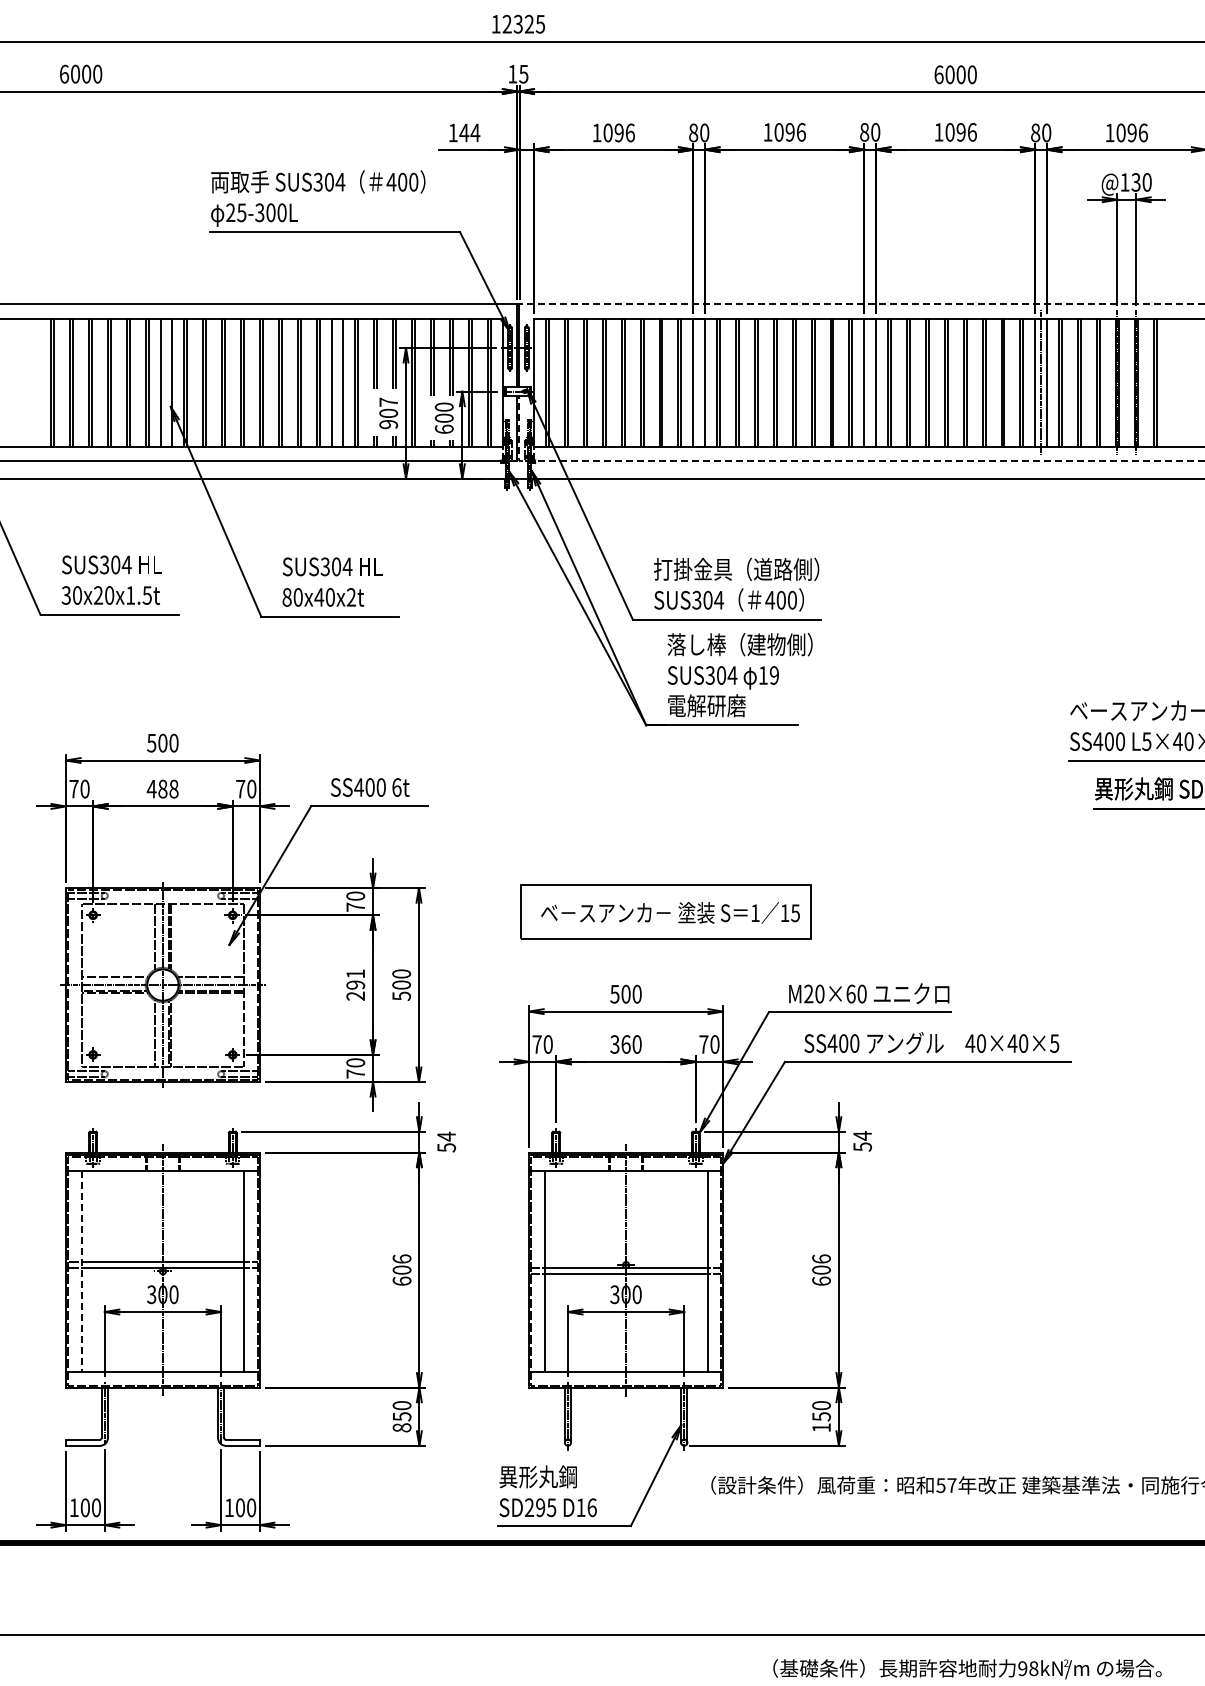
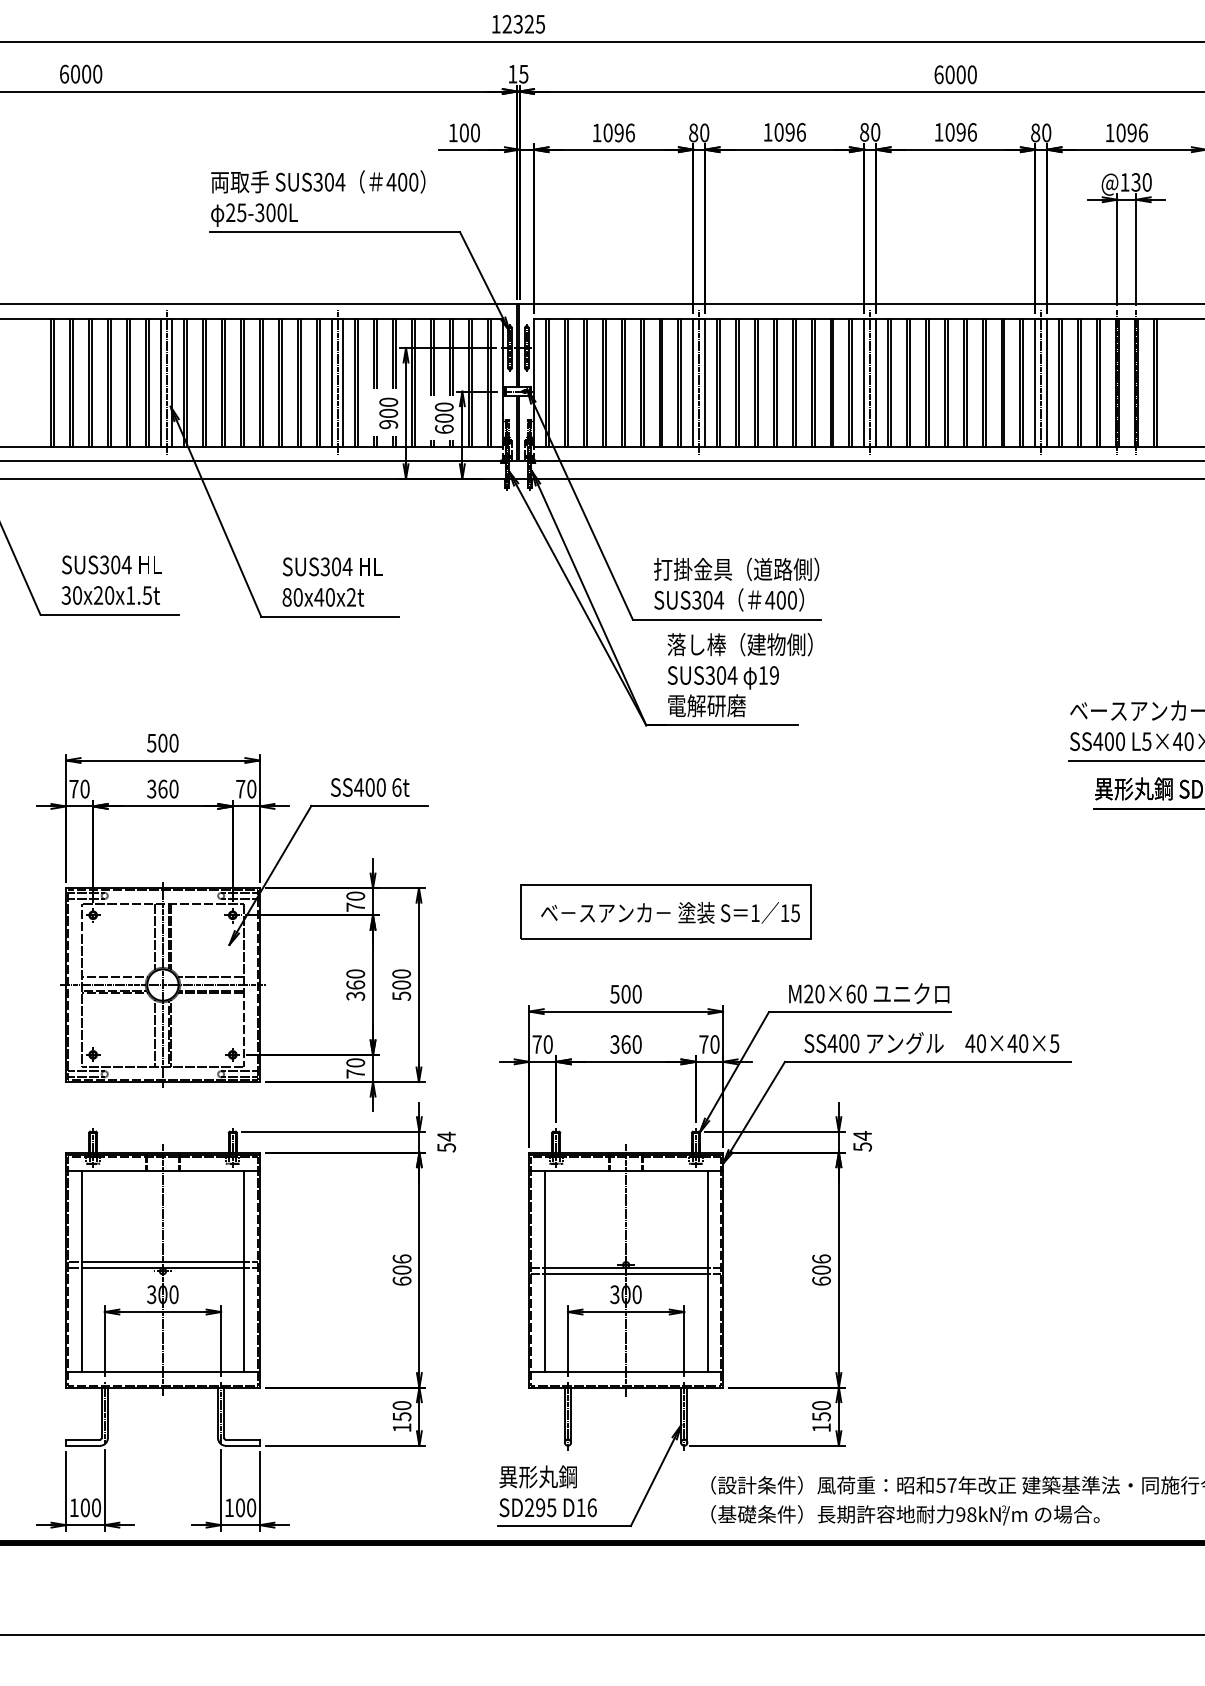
text at (469, 132): 144 -> 100
line at (861, 304): dashed -> solid
line at (166, 382): none -> present
line at (337, 382): none -> present
line at (699, 382): none -> present
line at (870, 382): none -> present
text at (388, 401): 907 -> 900
line at (828, 461): dashed -> solid
text at (162, 788): 488 -> 360
text at (355, 984): 291 -> 360
line at (81, 1271): dashed -> solid
text at (401, 1427): 850 -> 150
text at (967, 1669) position: (967, 1669) -> (905, 1515)
